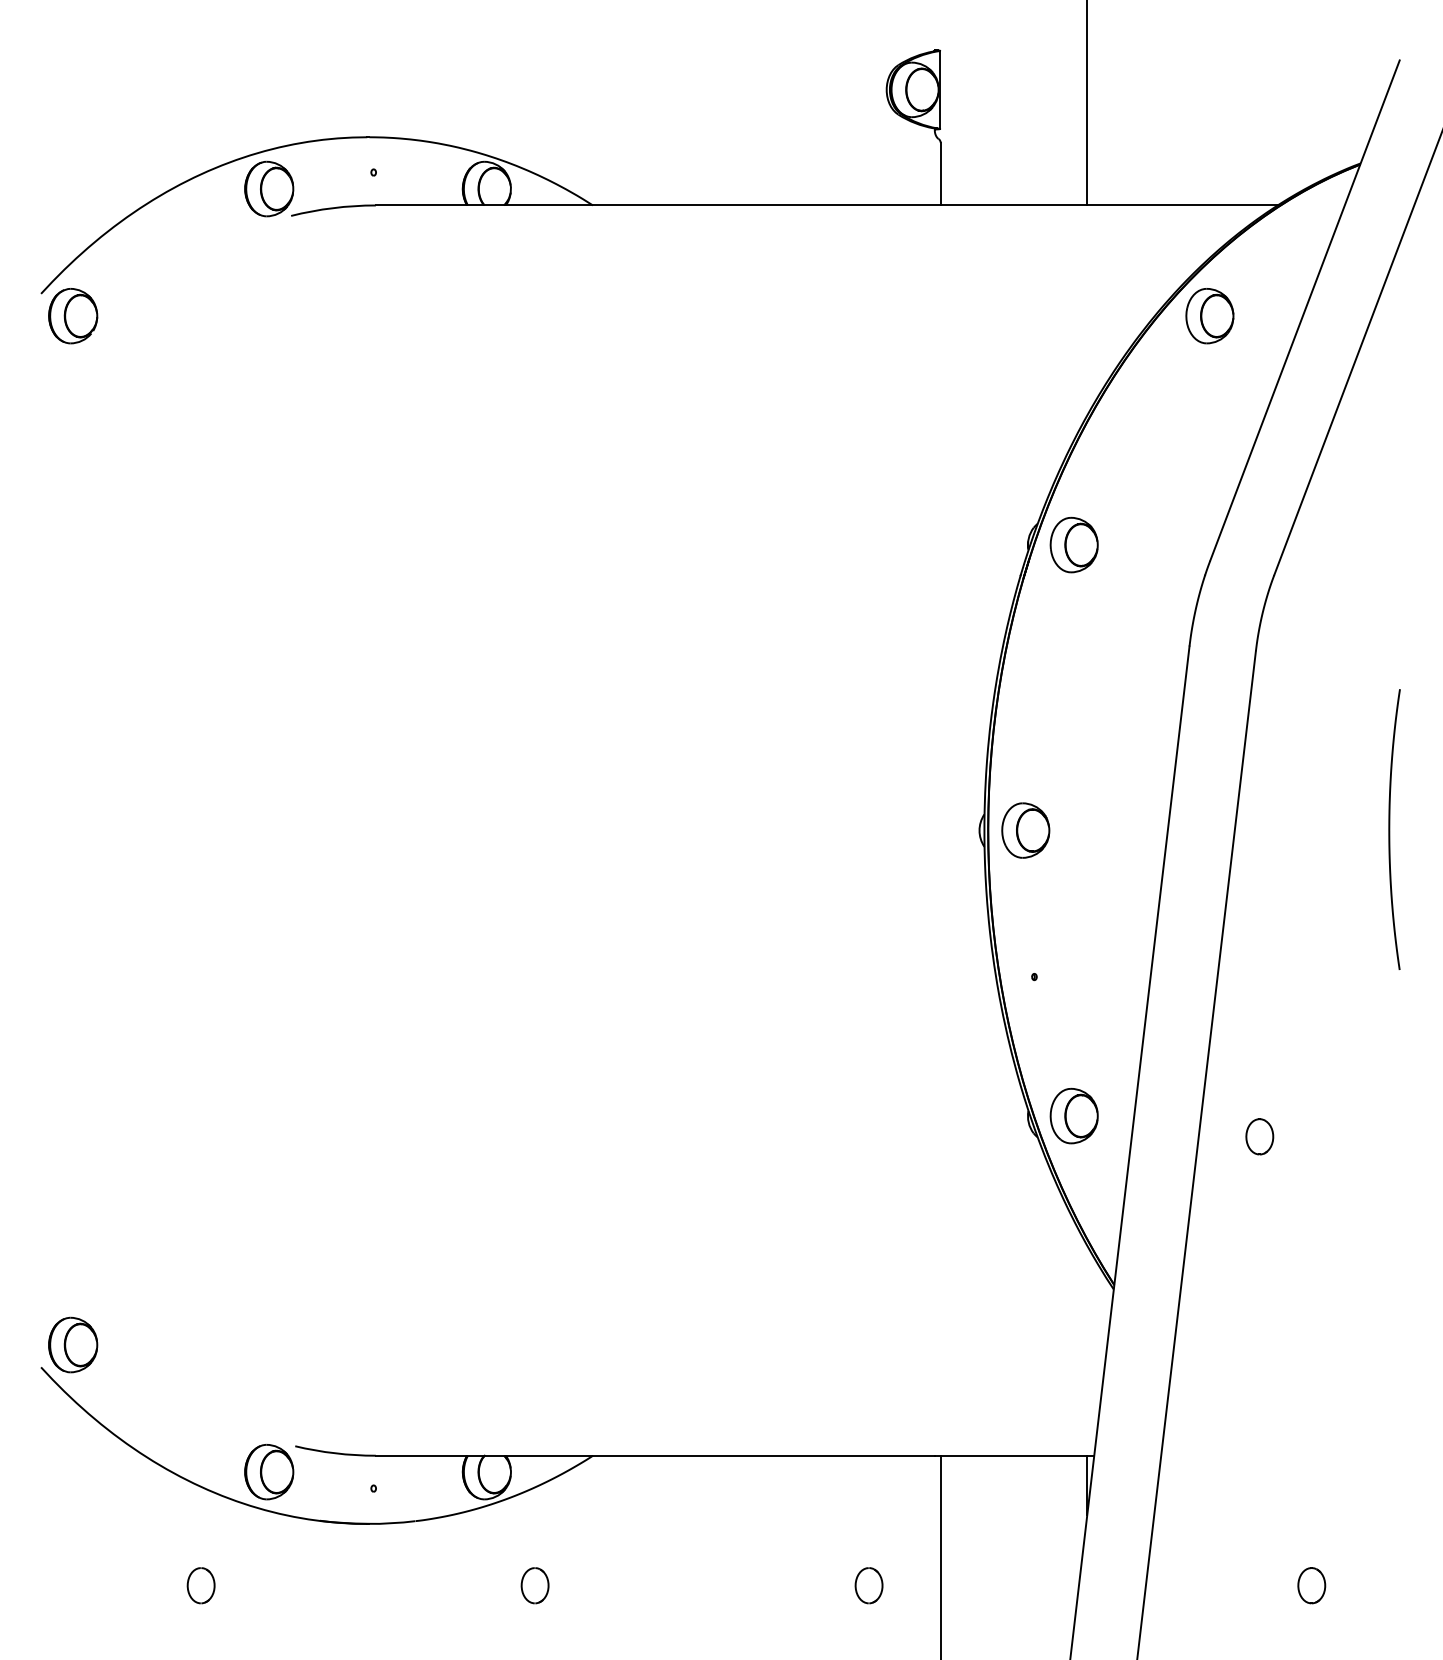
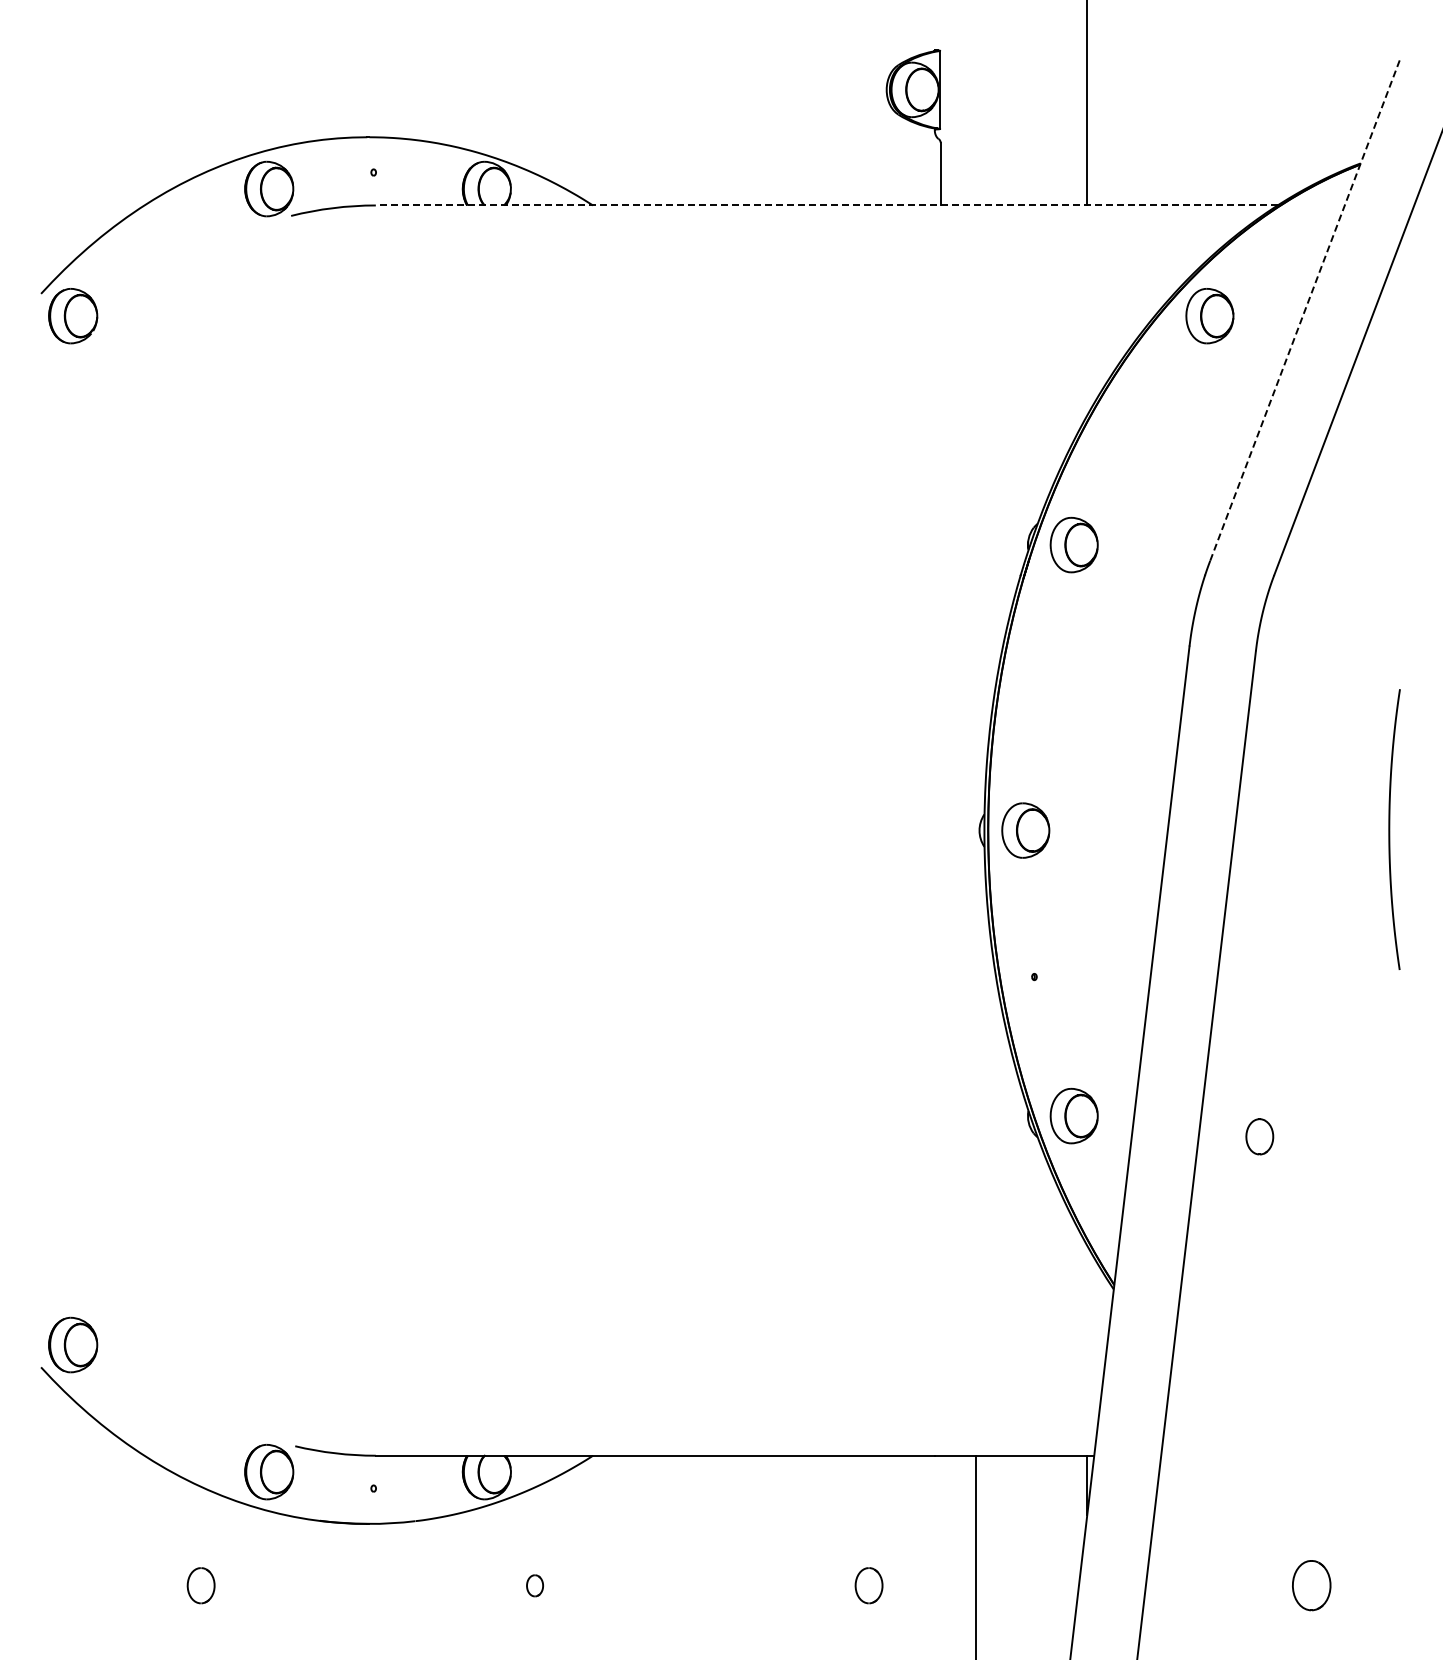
line at (826, 205): solid -> dashed
line at (1304, 310): solid -> dashed
line at (940, 1555) position: (940, 1555) -> (975, 1555)
part at (534, 1585) size: 30x38 px -> 18x24 px
part at (1311, 1585) size: 30x38 px -> 40x52 px
